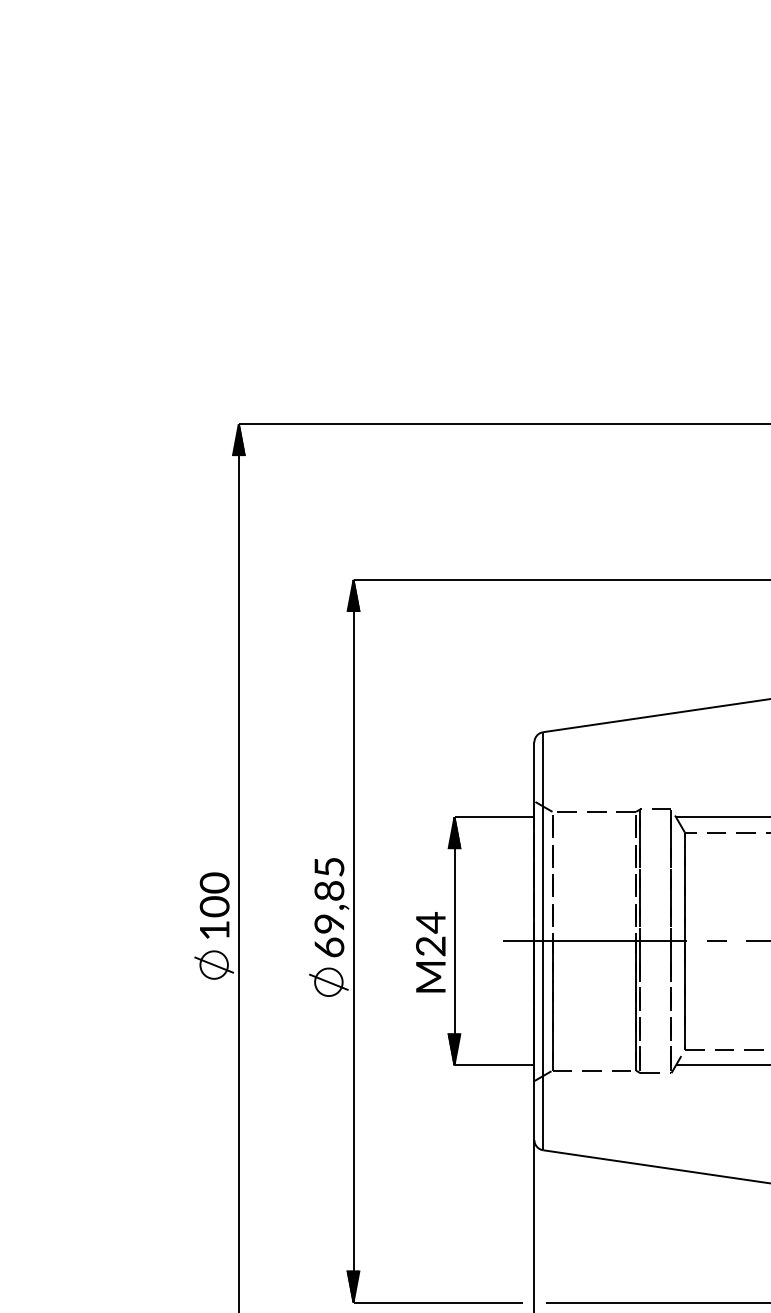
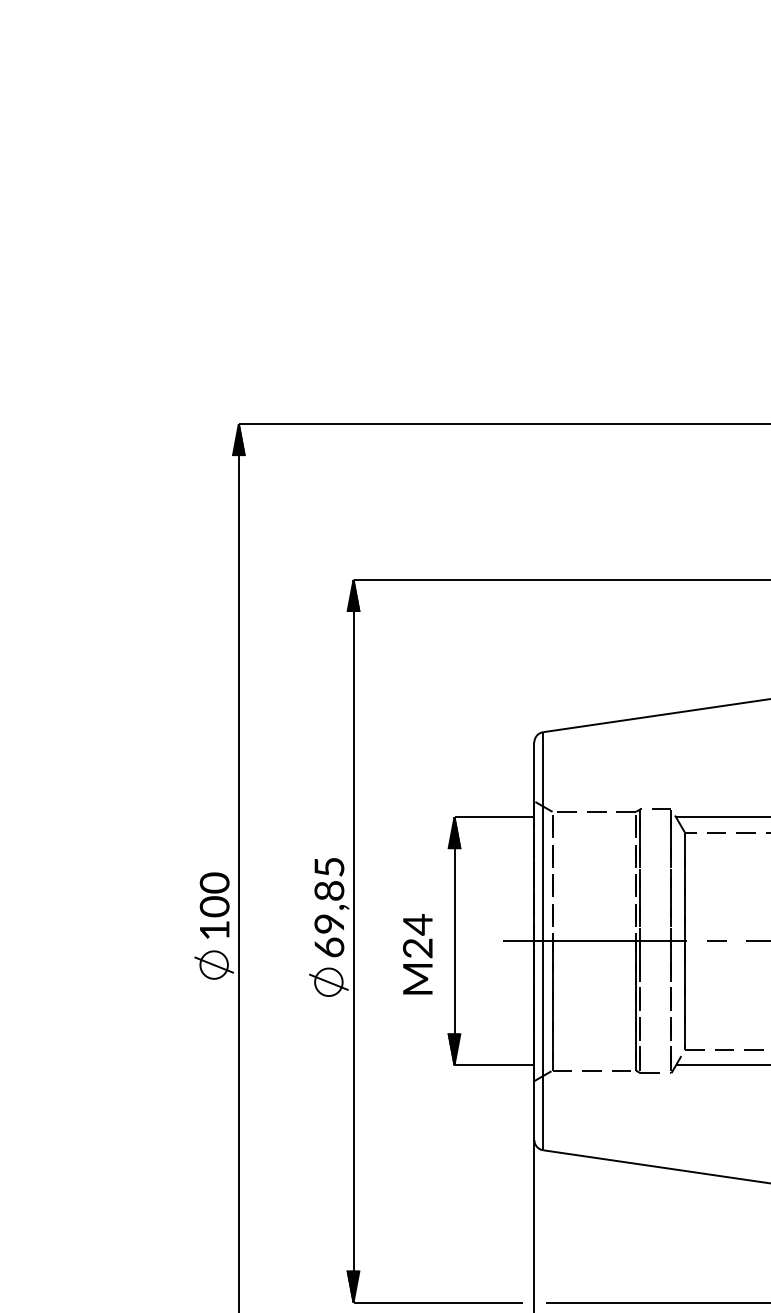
text at (430, 952) position: (430, 952) -> (417, 954)
